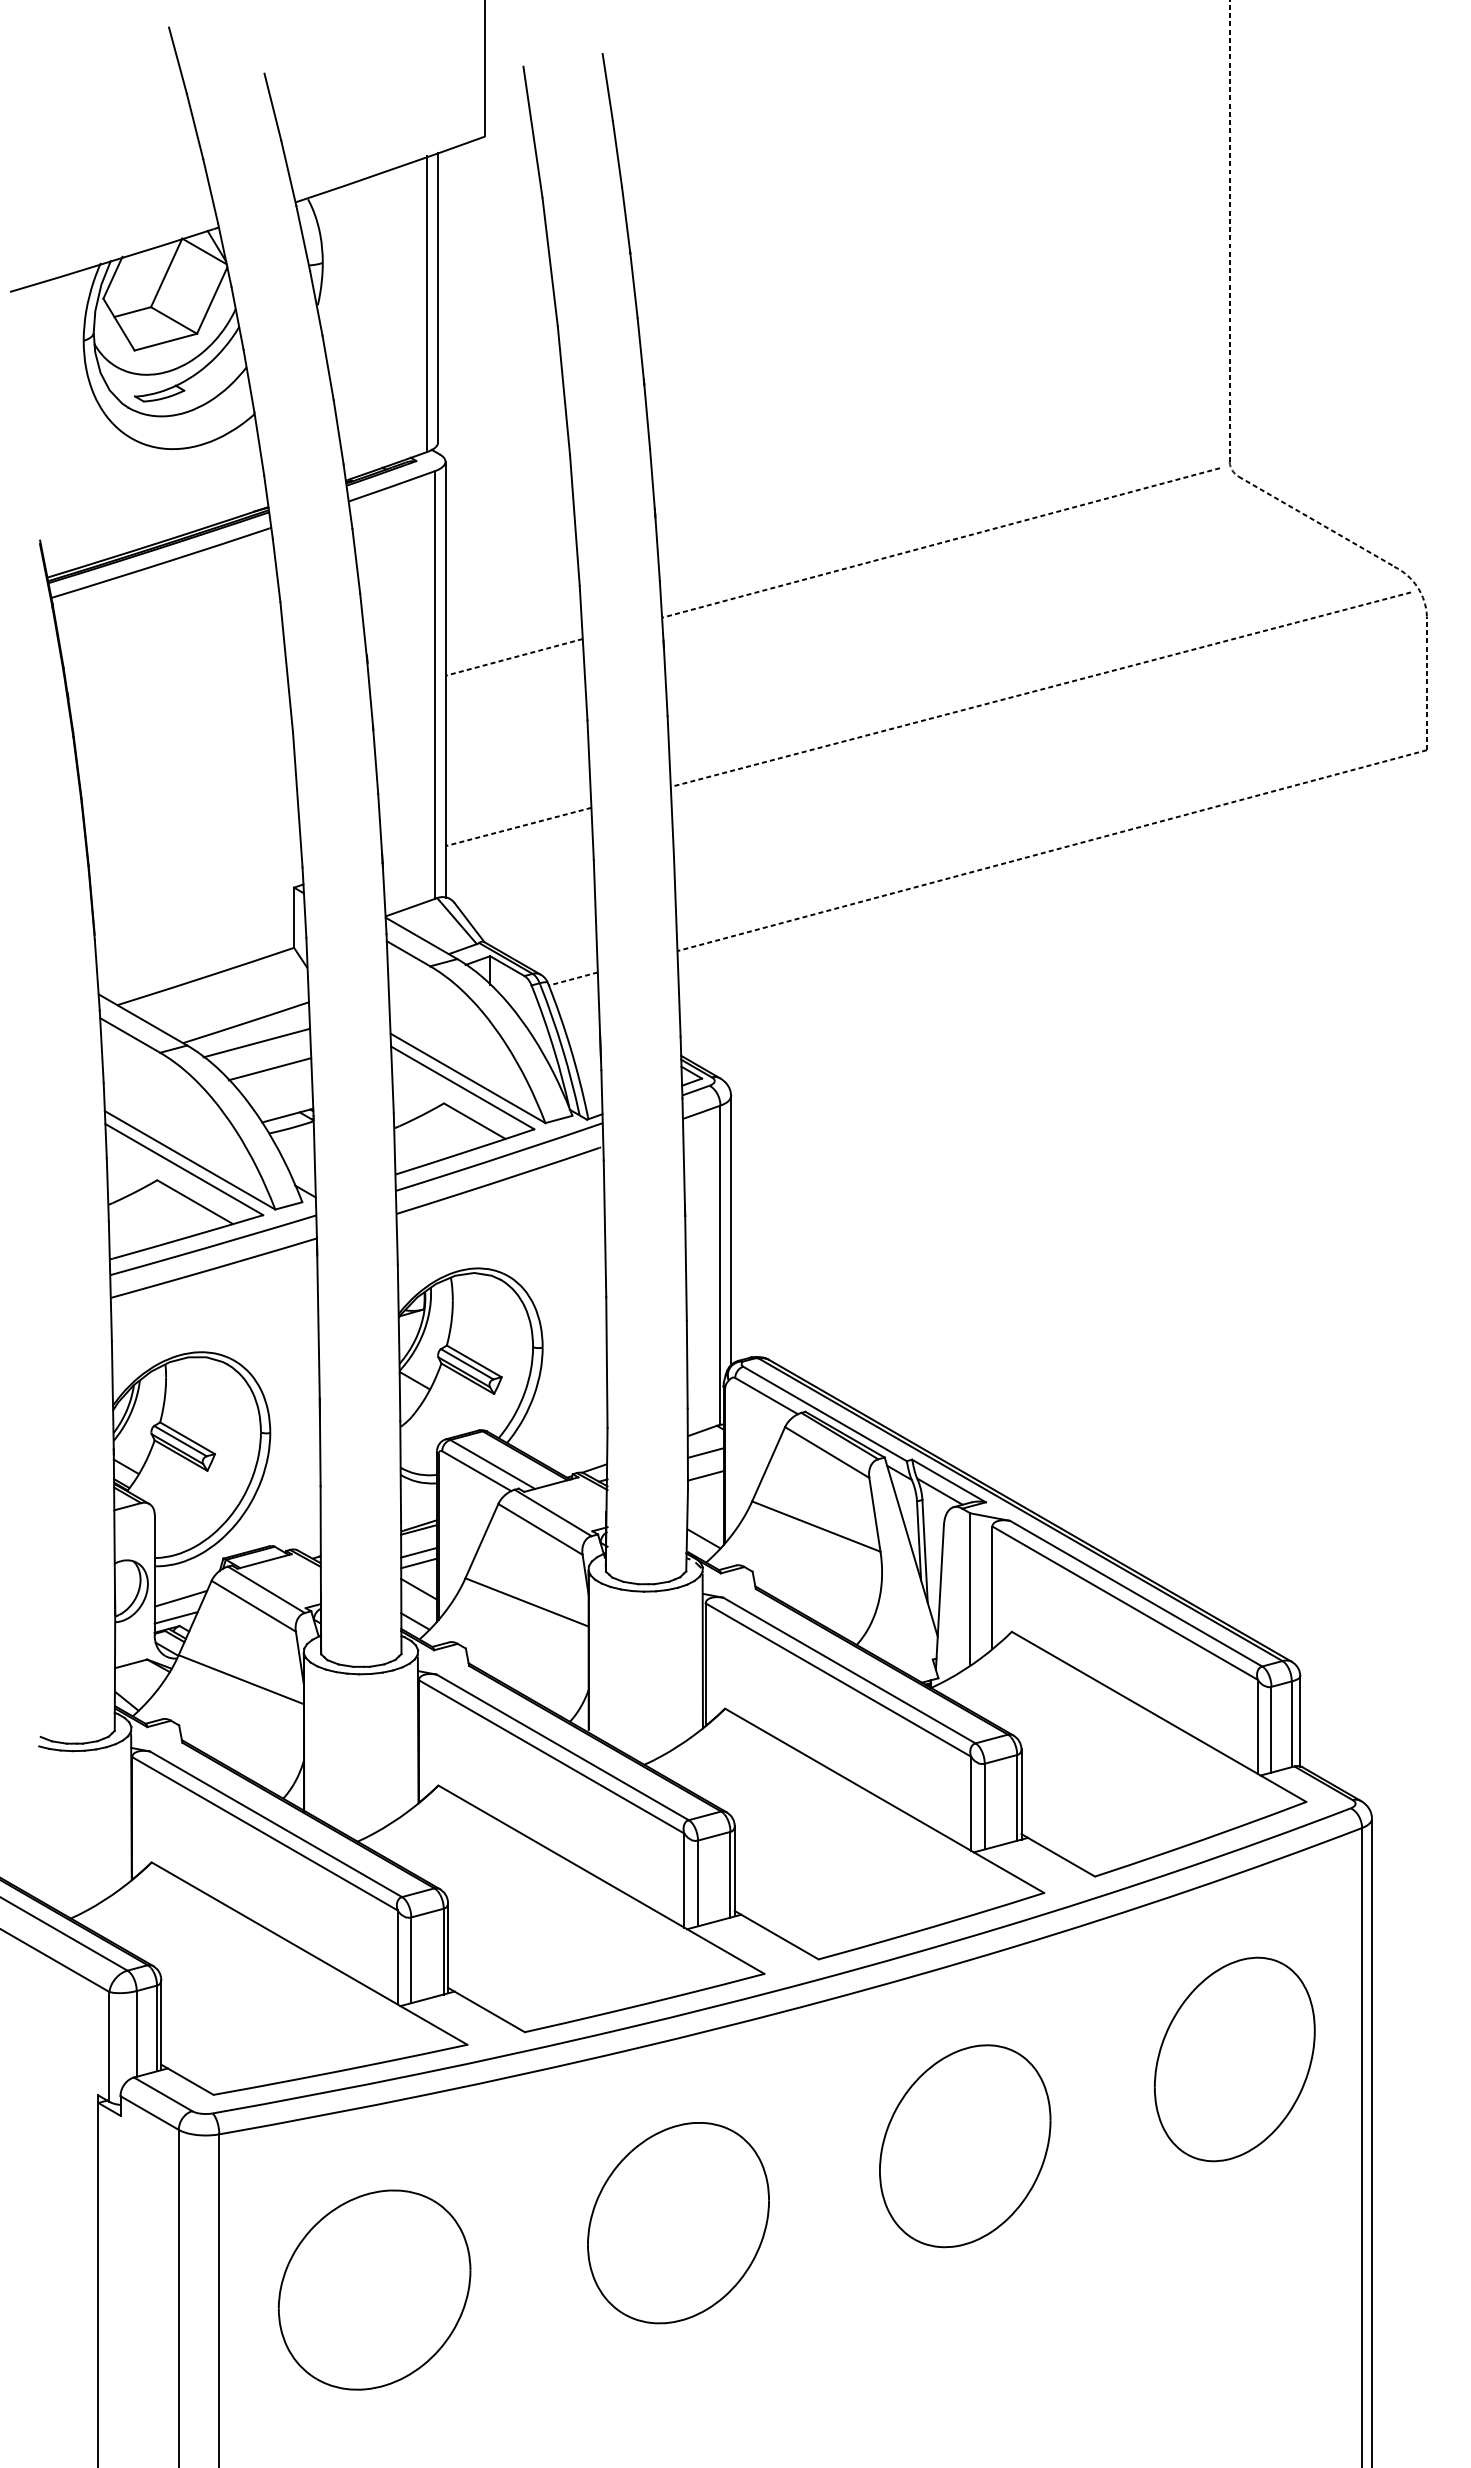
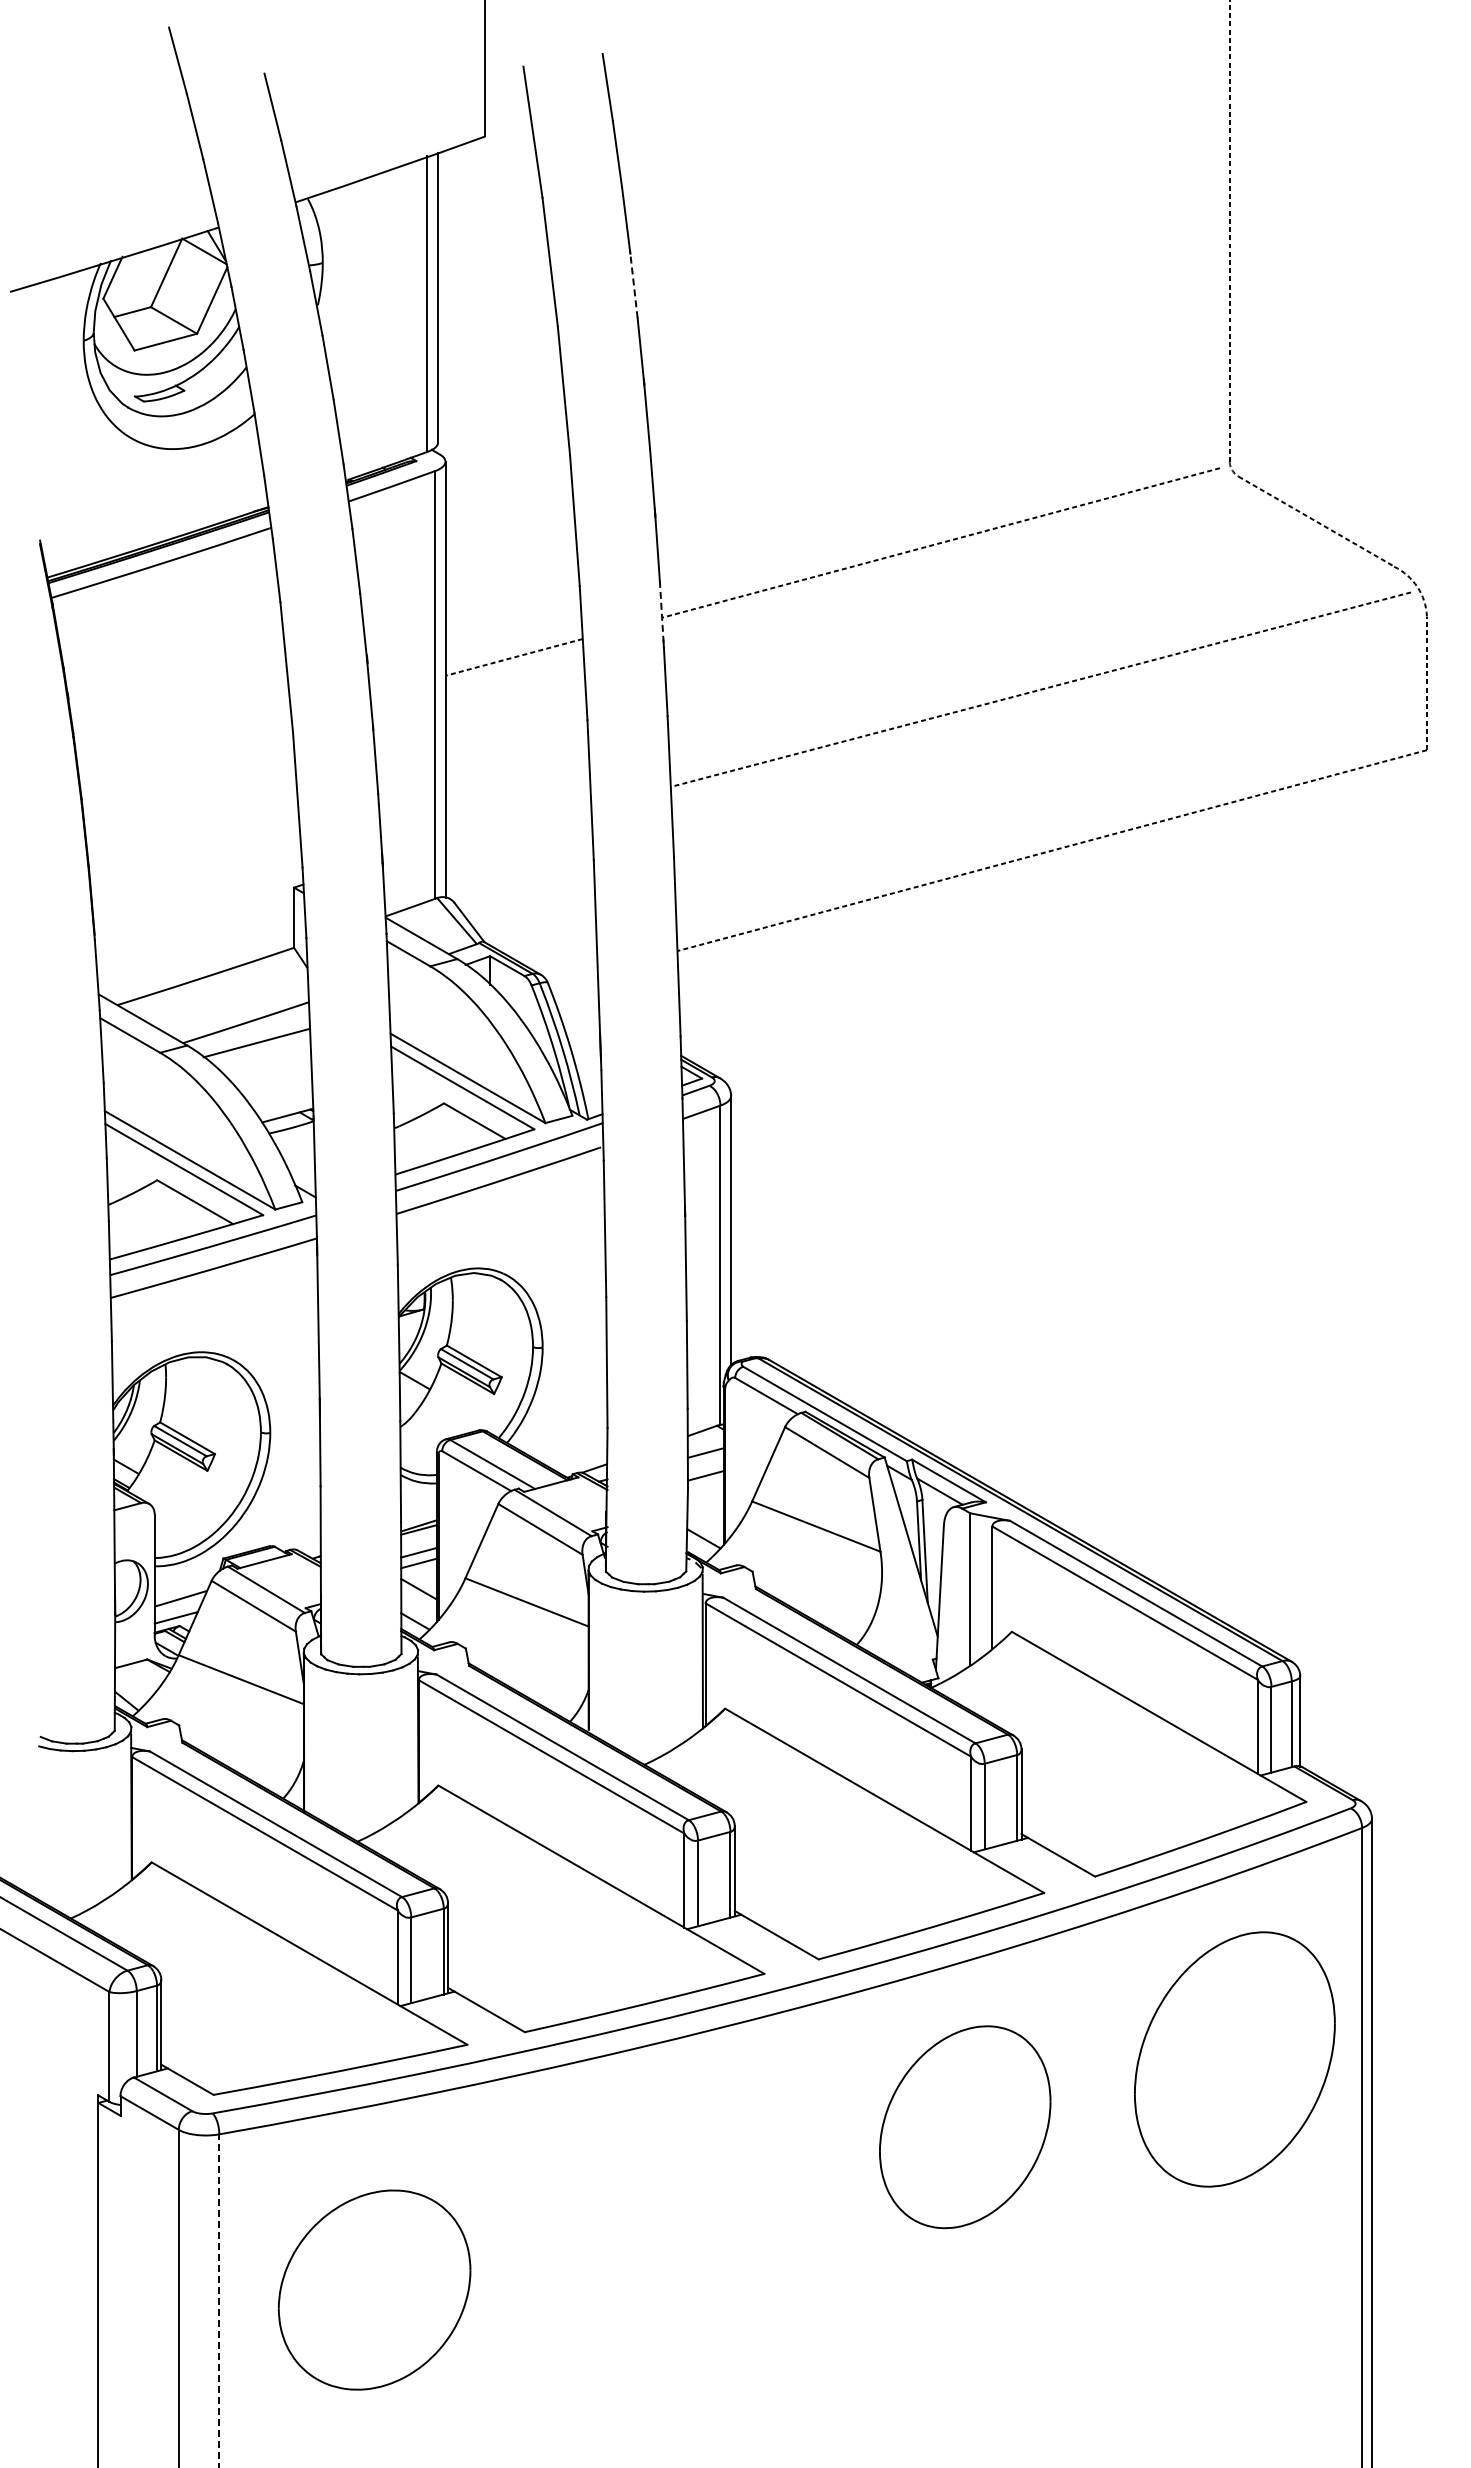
line at (633, 285): solid -> dashed
line at (661, 614): solid -> dashed
line at (518, 826): present -> none
line at (572, 978): present -> none
line at (269, 1069): present -> none
part at (1234, 2059) size: 163x207 px -> 202x257 px
part at (965, 2146) position: (965, 2146) -> (965, 2127)
part at (678, 2223): present -> none
line at (219, 2300): solid -> dashed
